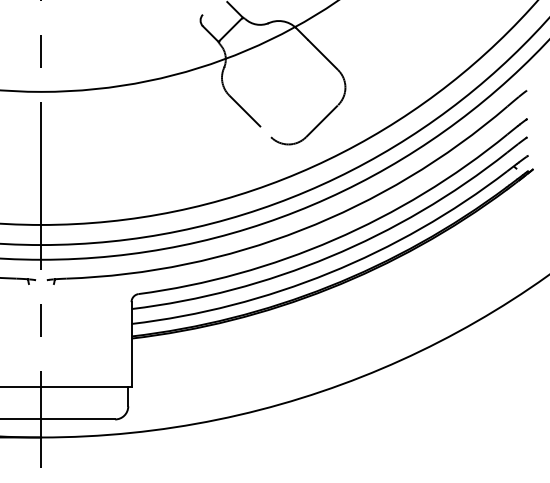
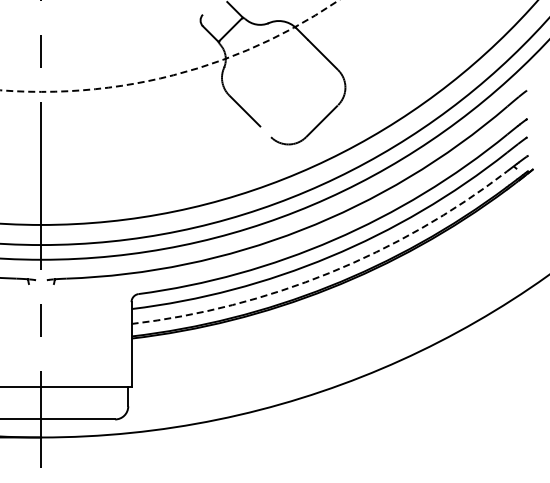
circle at (169, 45): solid -> dashed
arc at (329, 273): solid -> dashed
